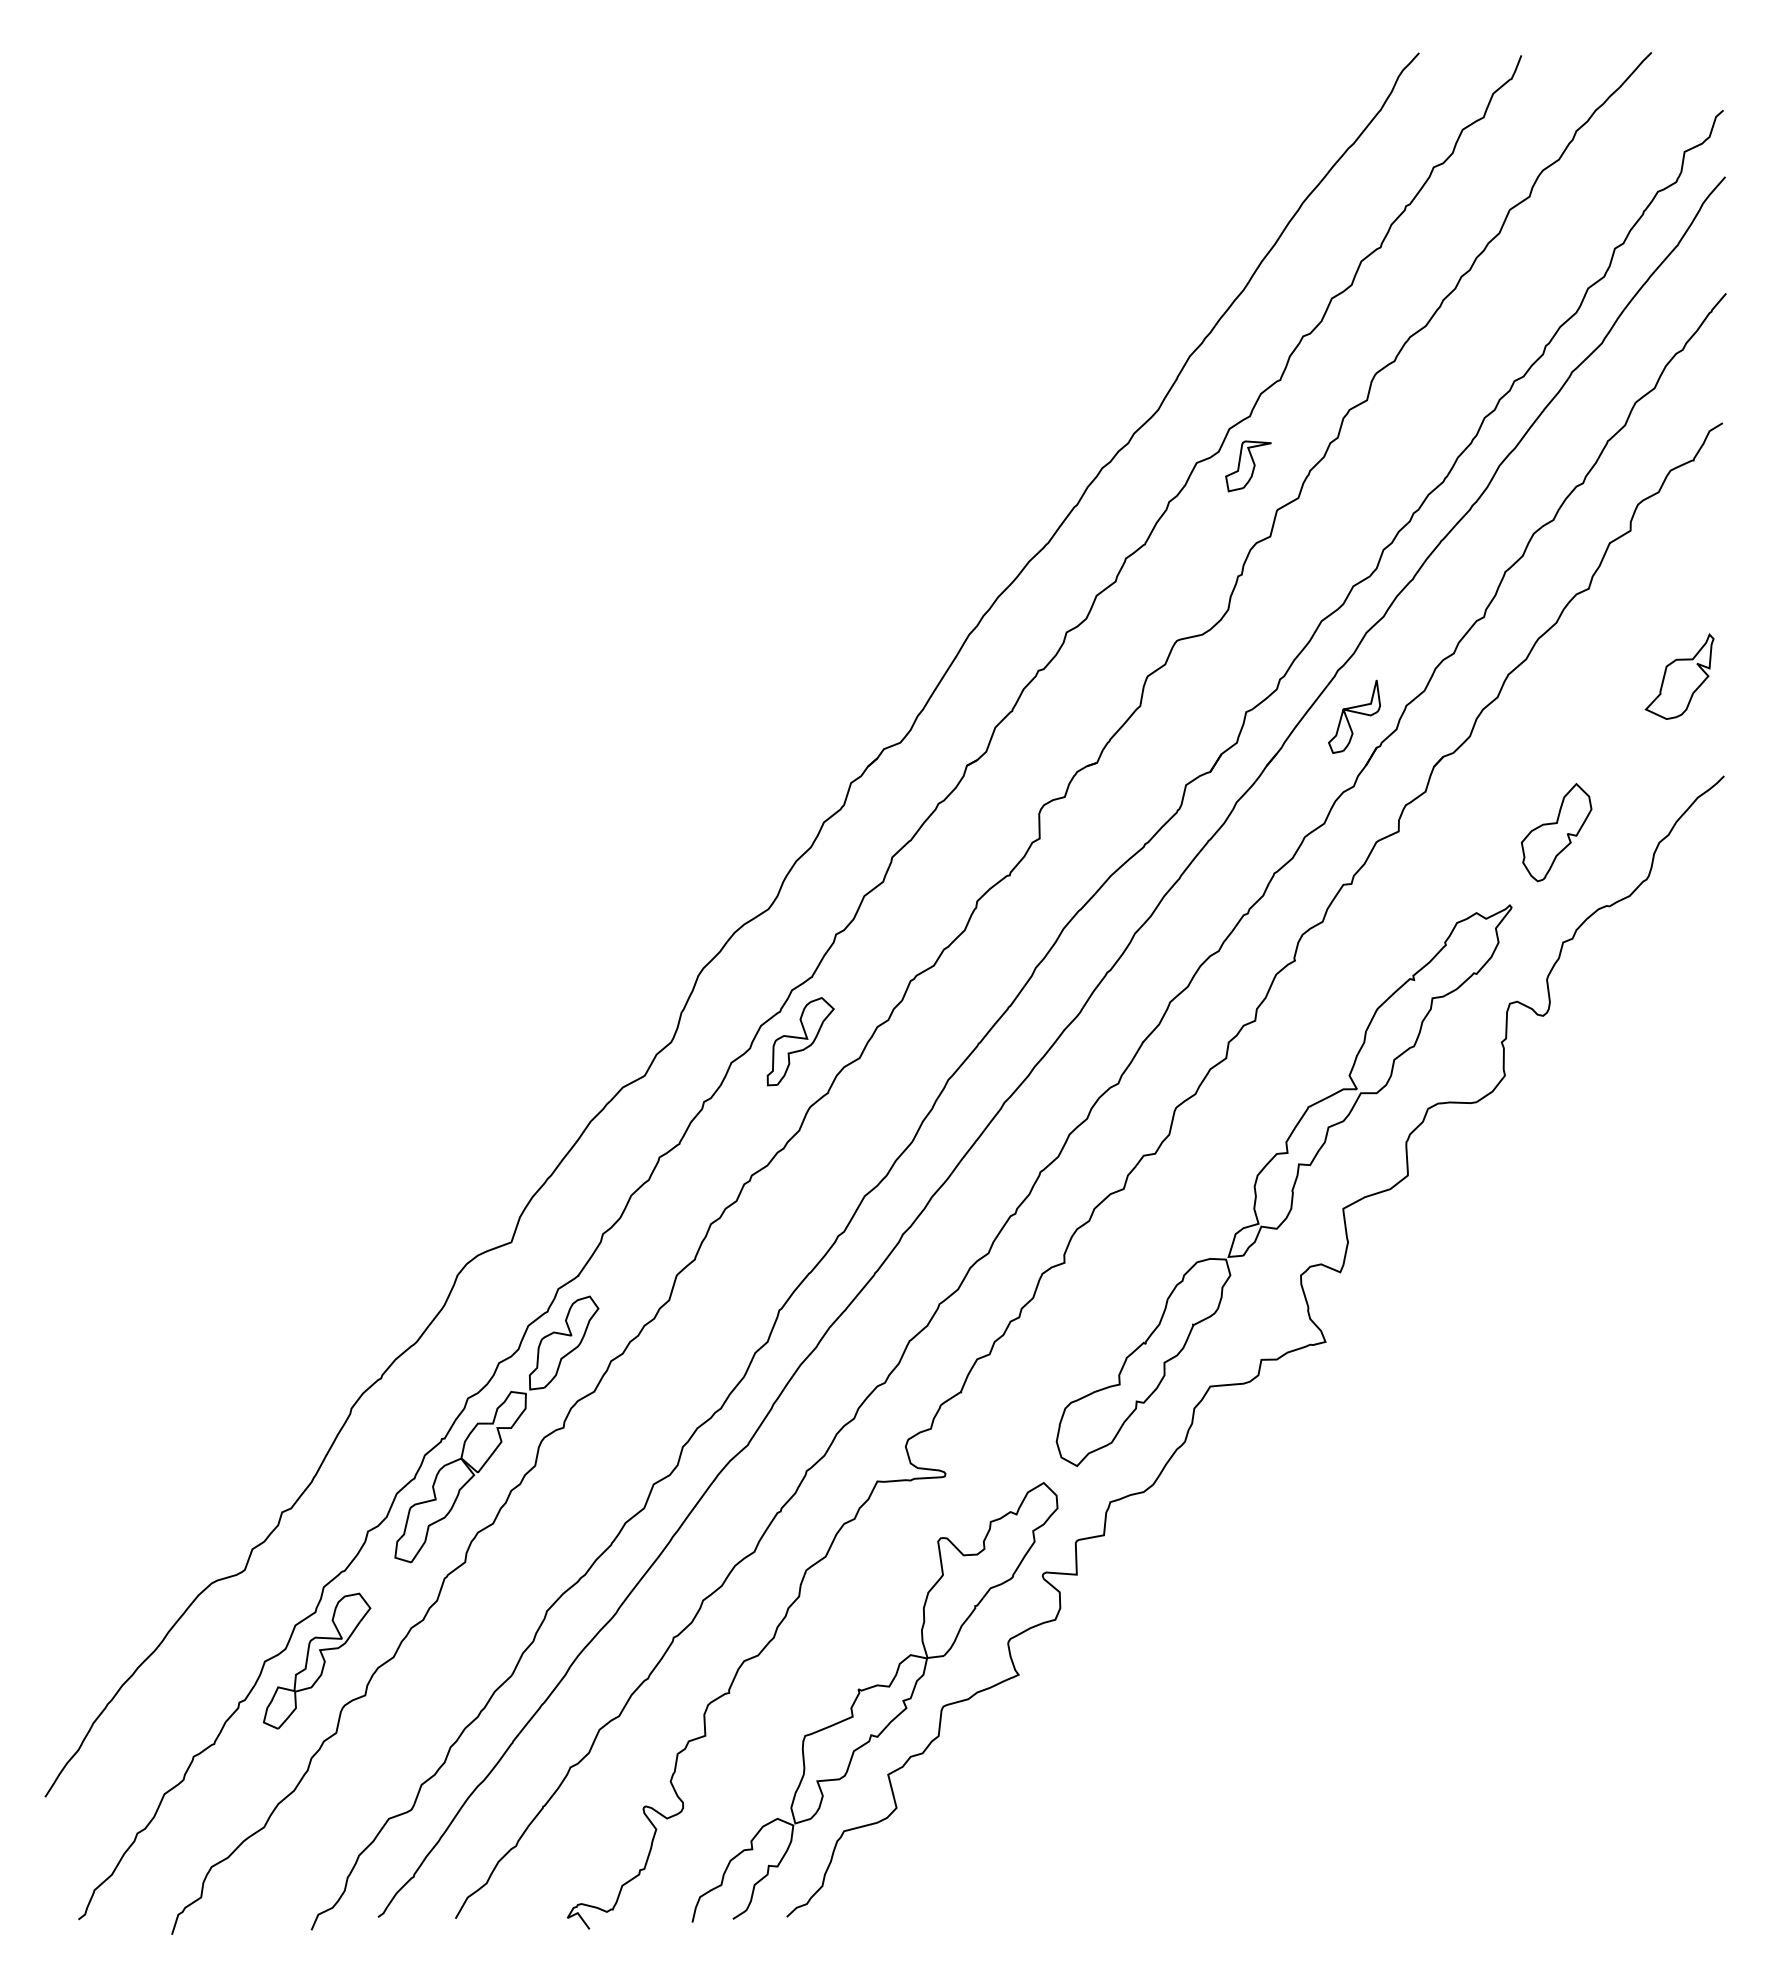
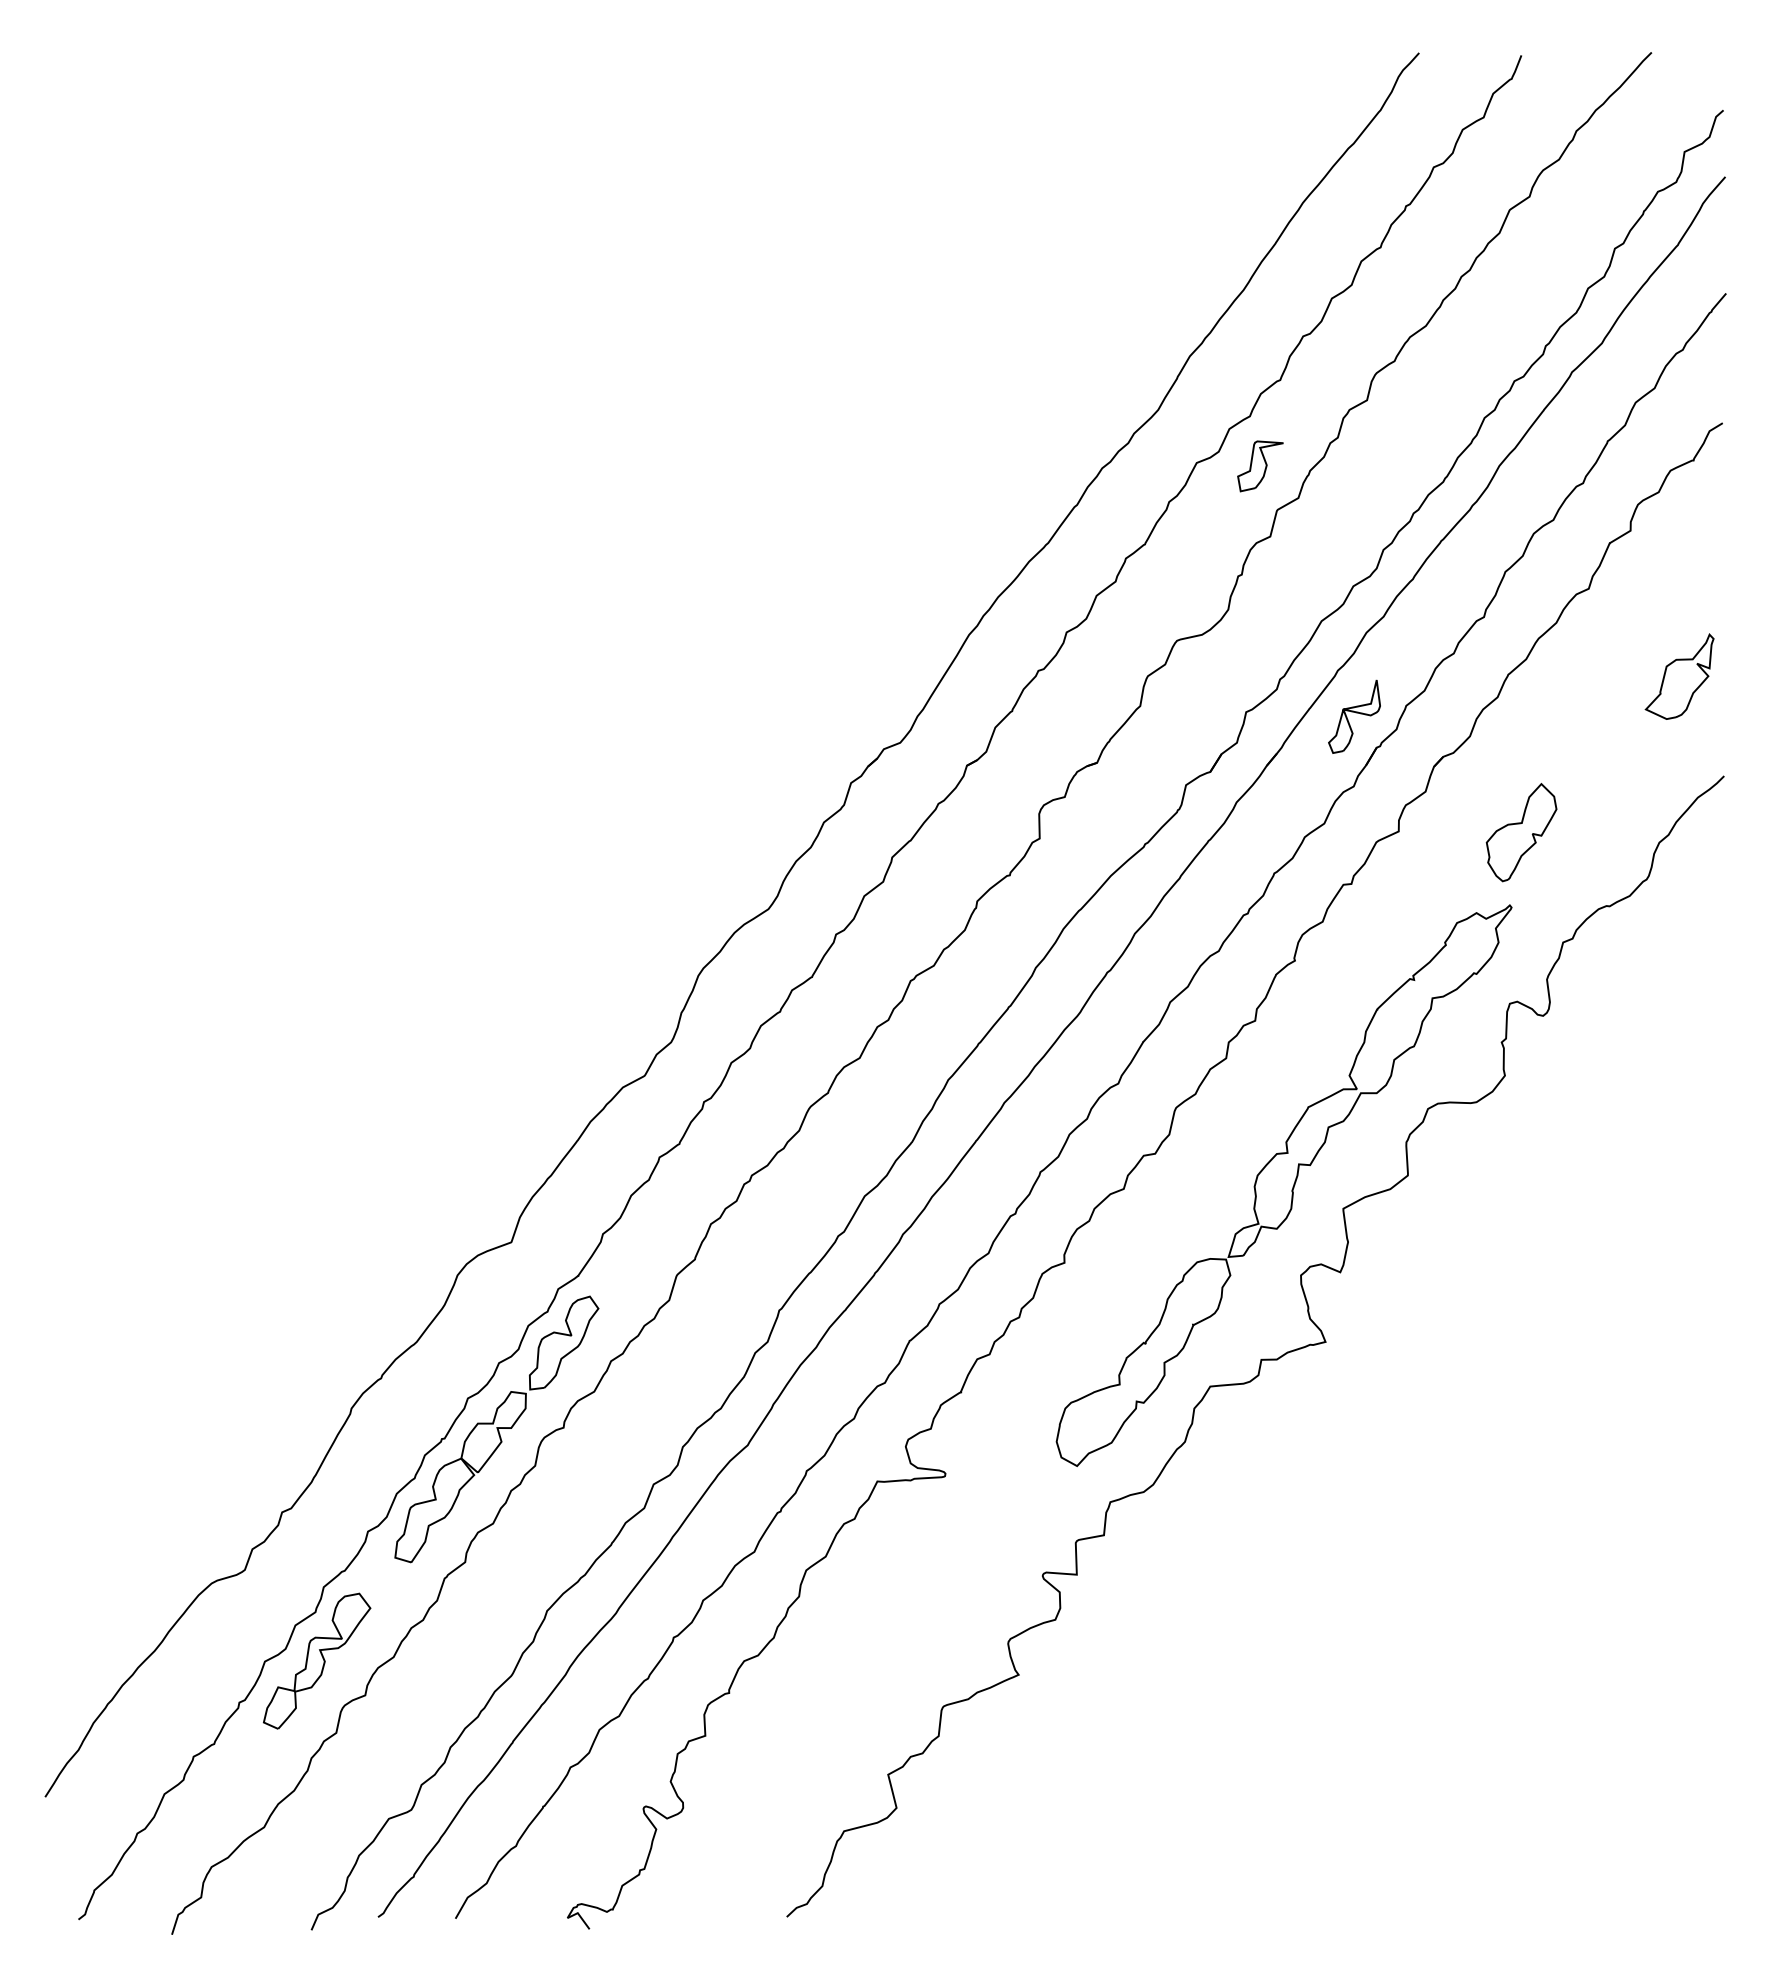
part at (1248, 466) position: (1248, 466) -> (1260, 466)
part at (1556, 832) position: (1556, 832) -> (1521, 832)
part at (800, 1041): present -> none
part at (874, 1702): present -> none
